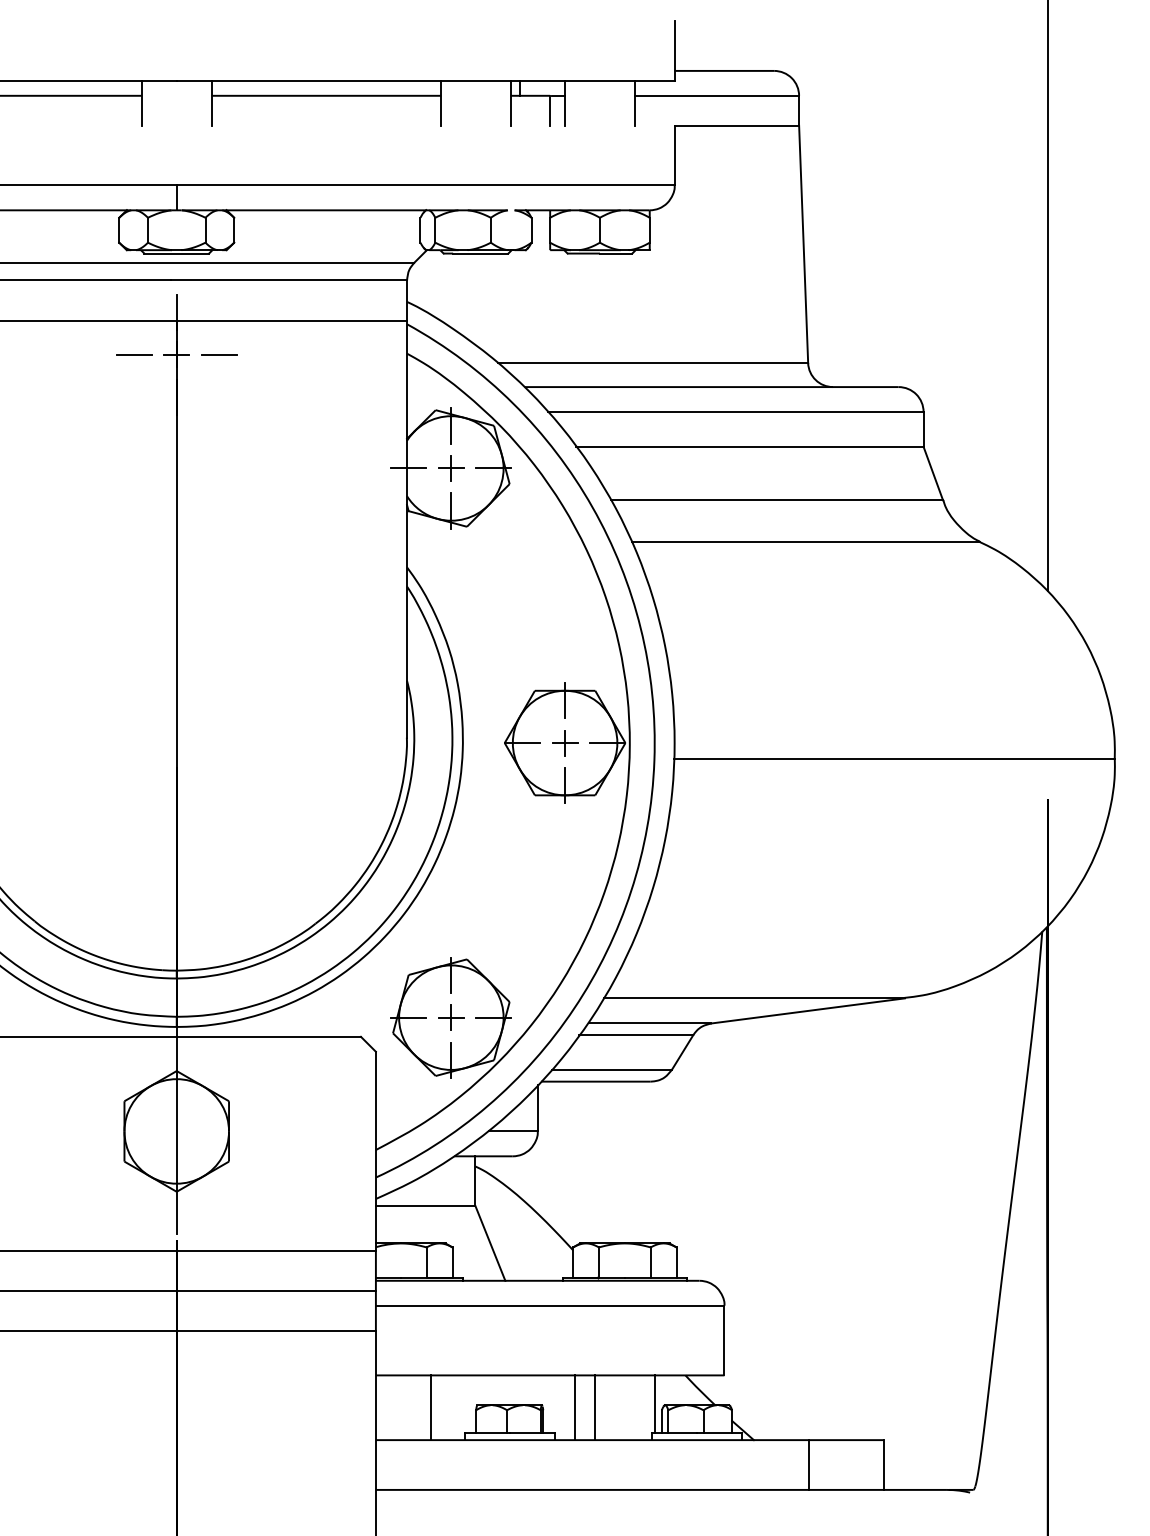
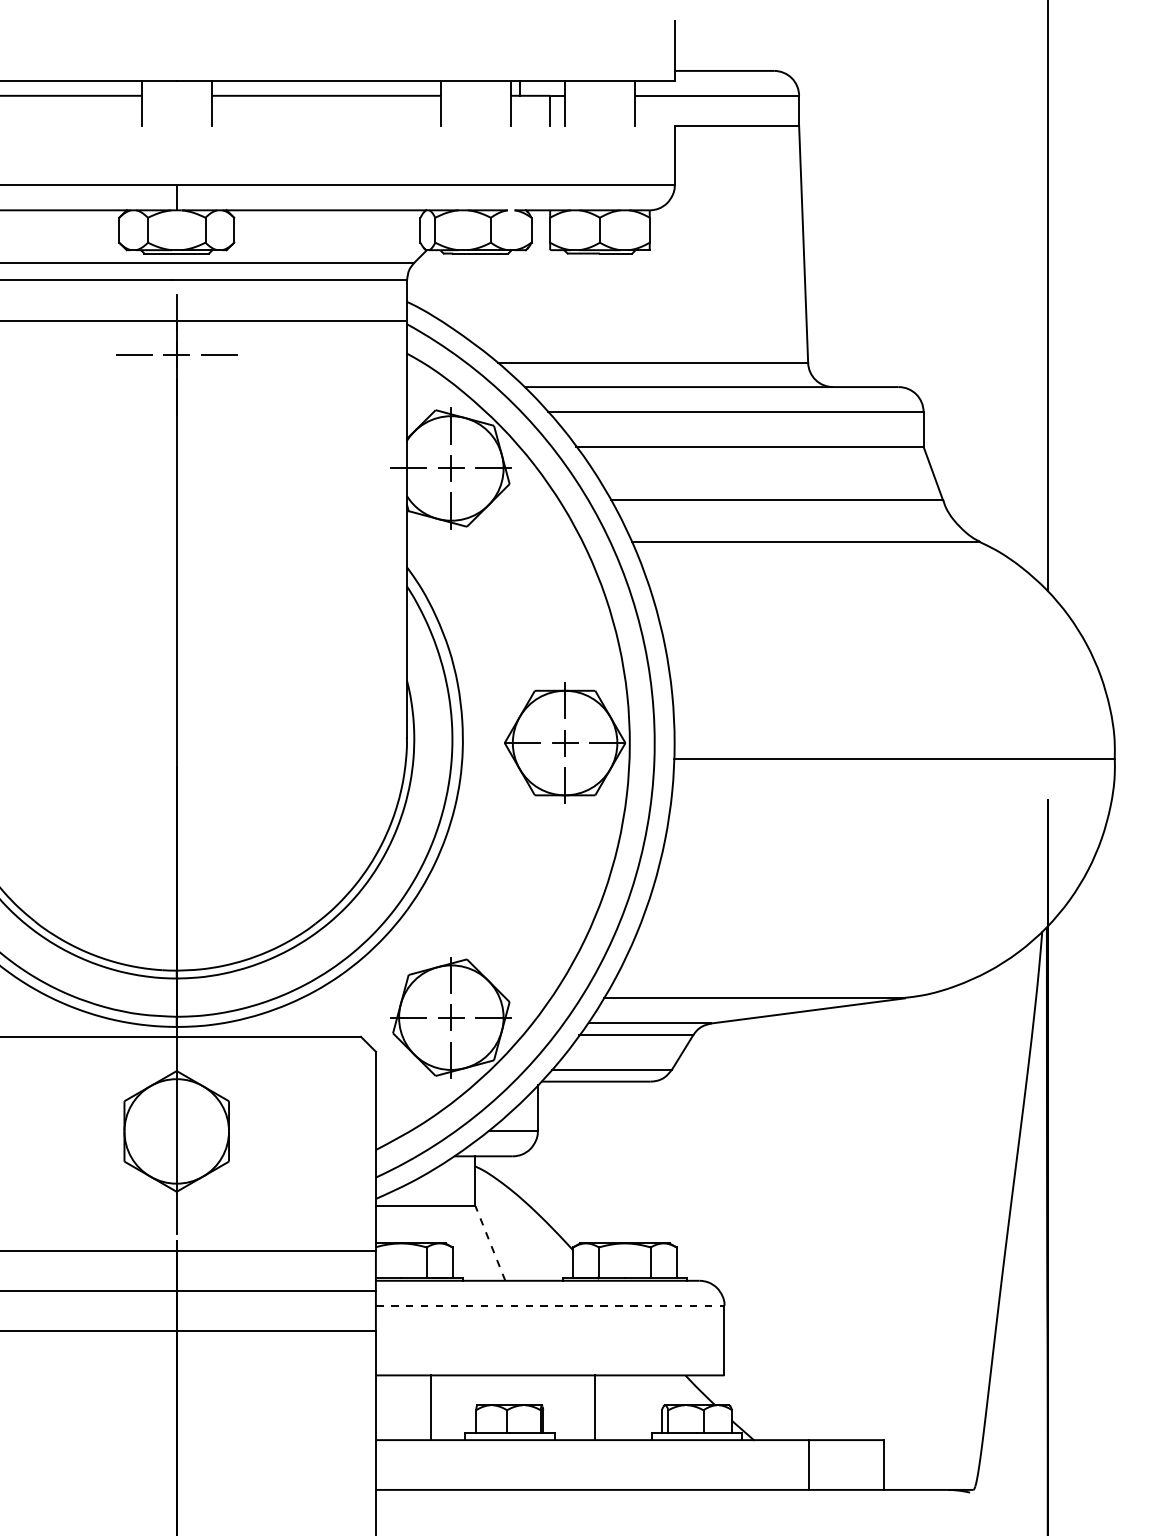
line at (490, 1243): solid -> dashed
line at (550, 1305): solid -> dashed
line at (654, 1403): present -> none
line at (575, 1407): present -> none
